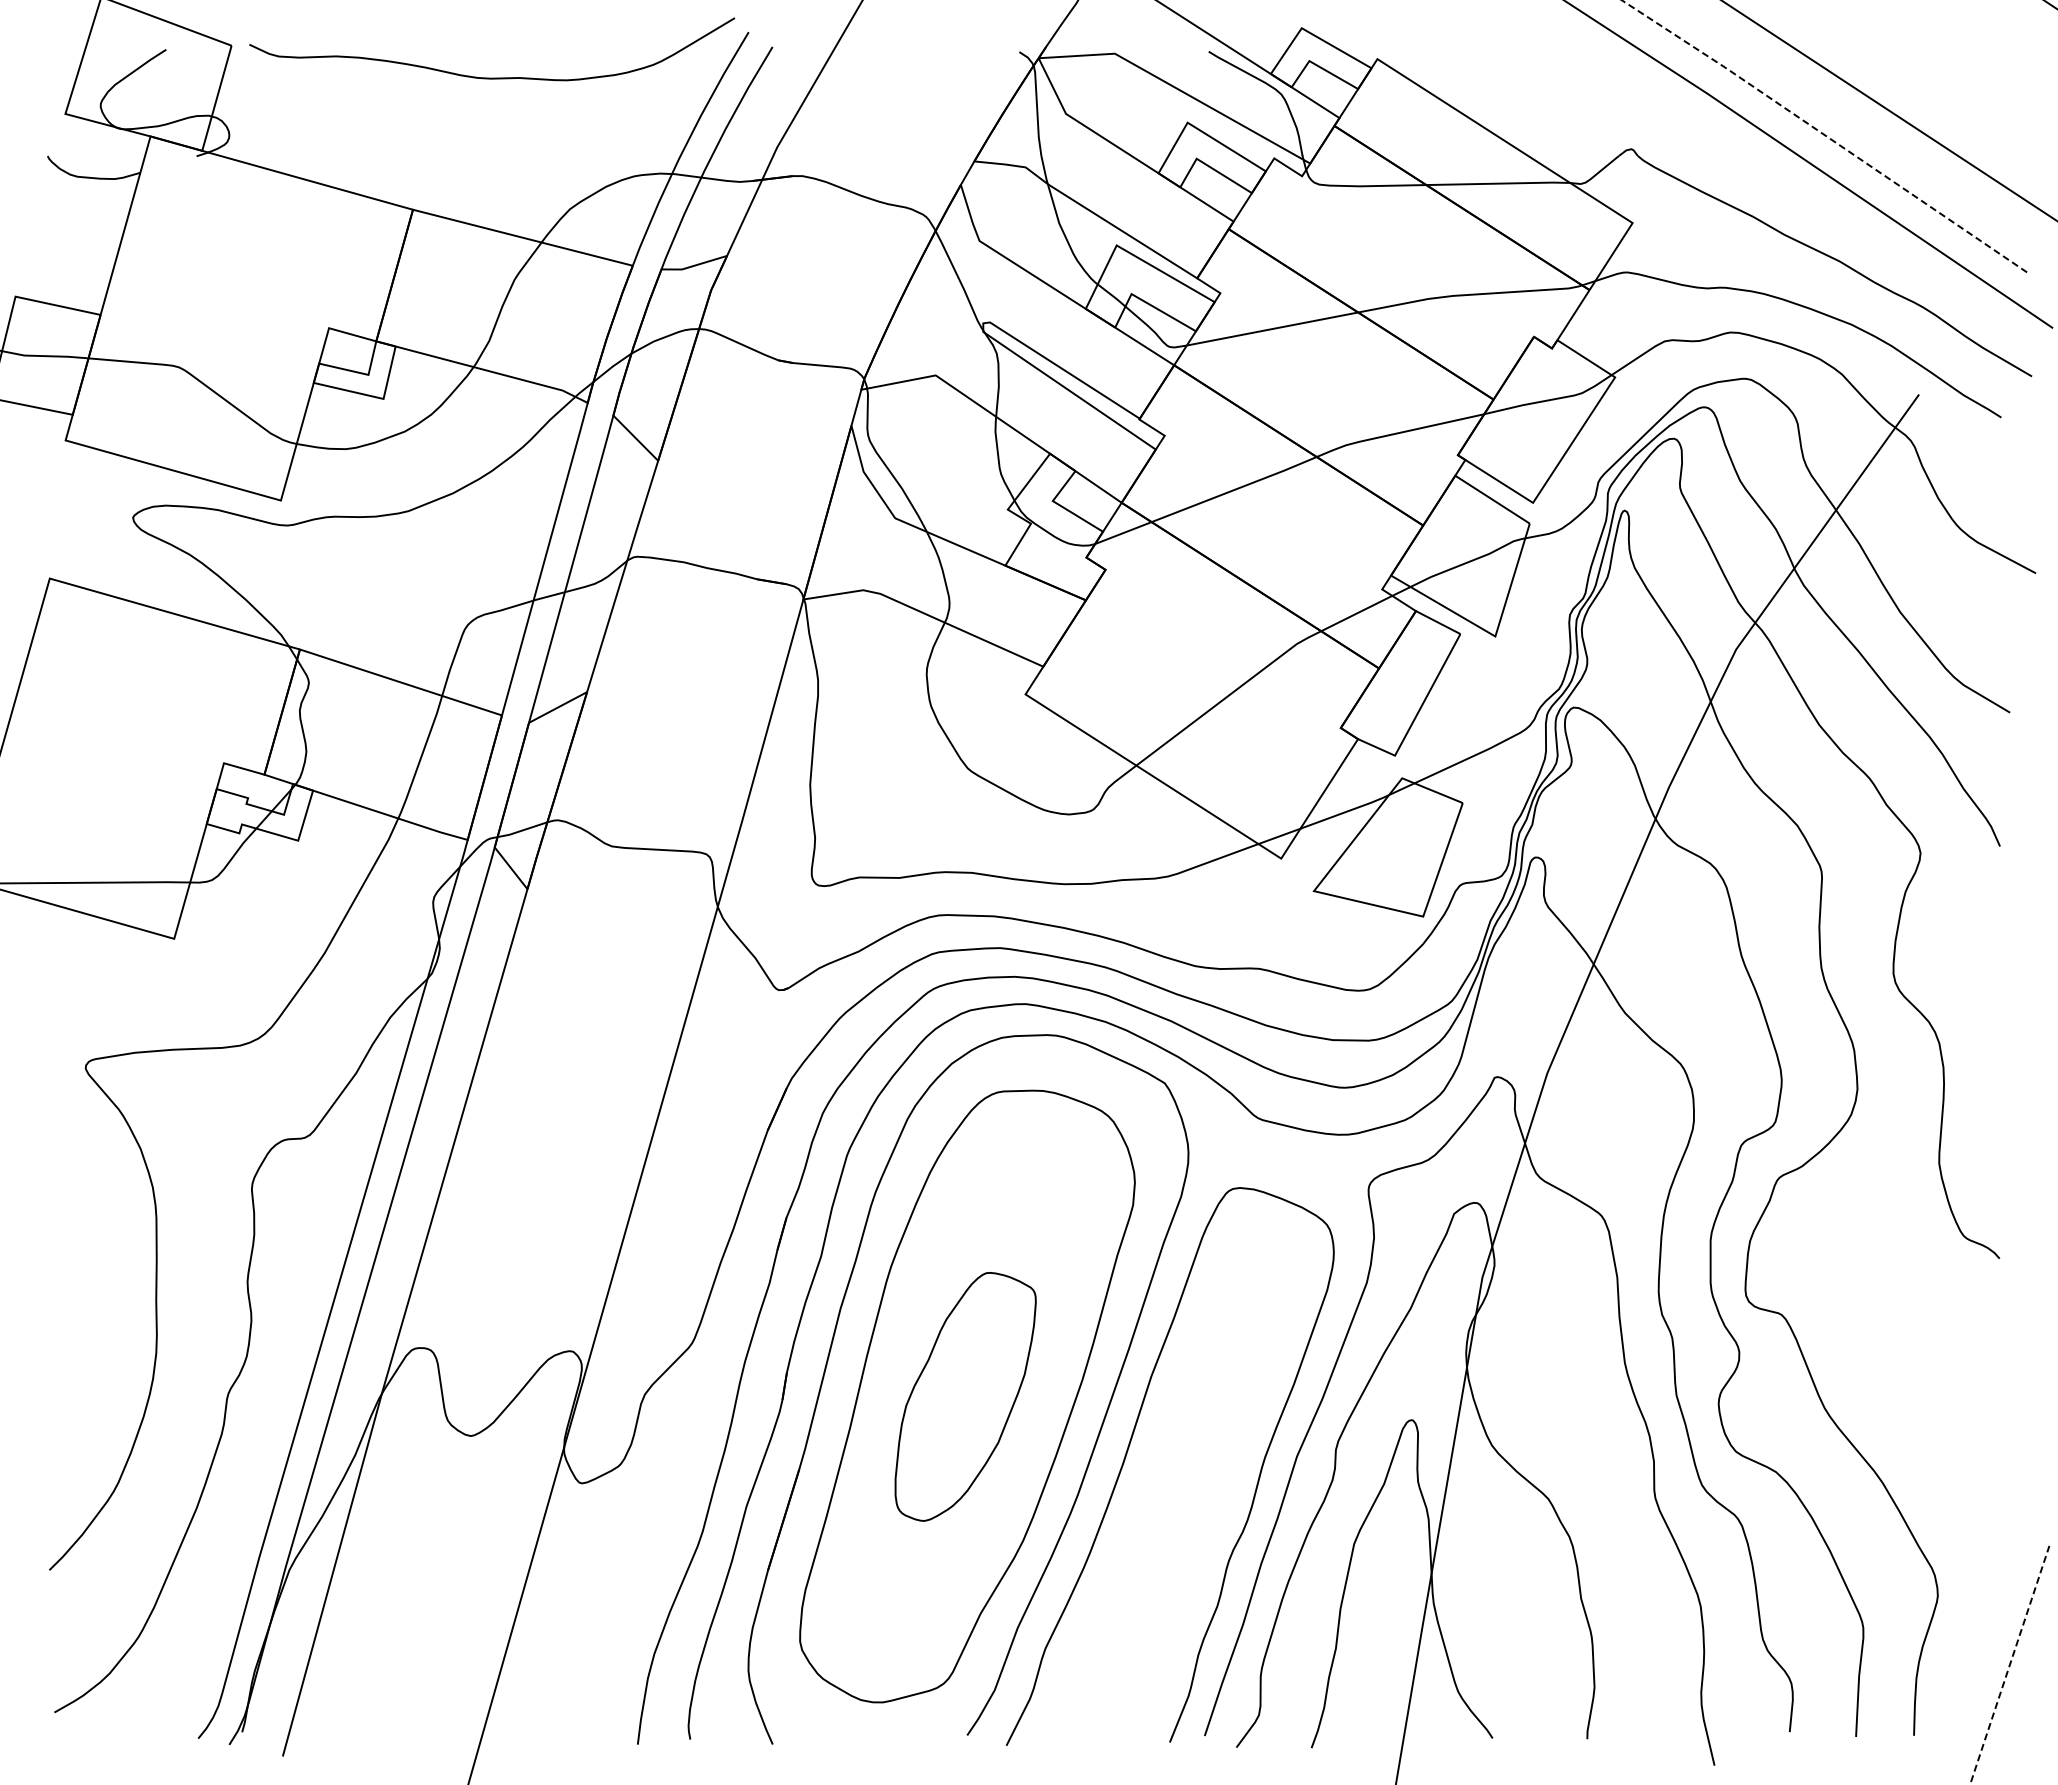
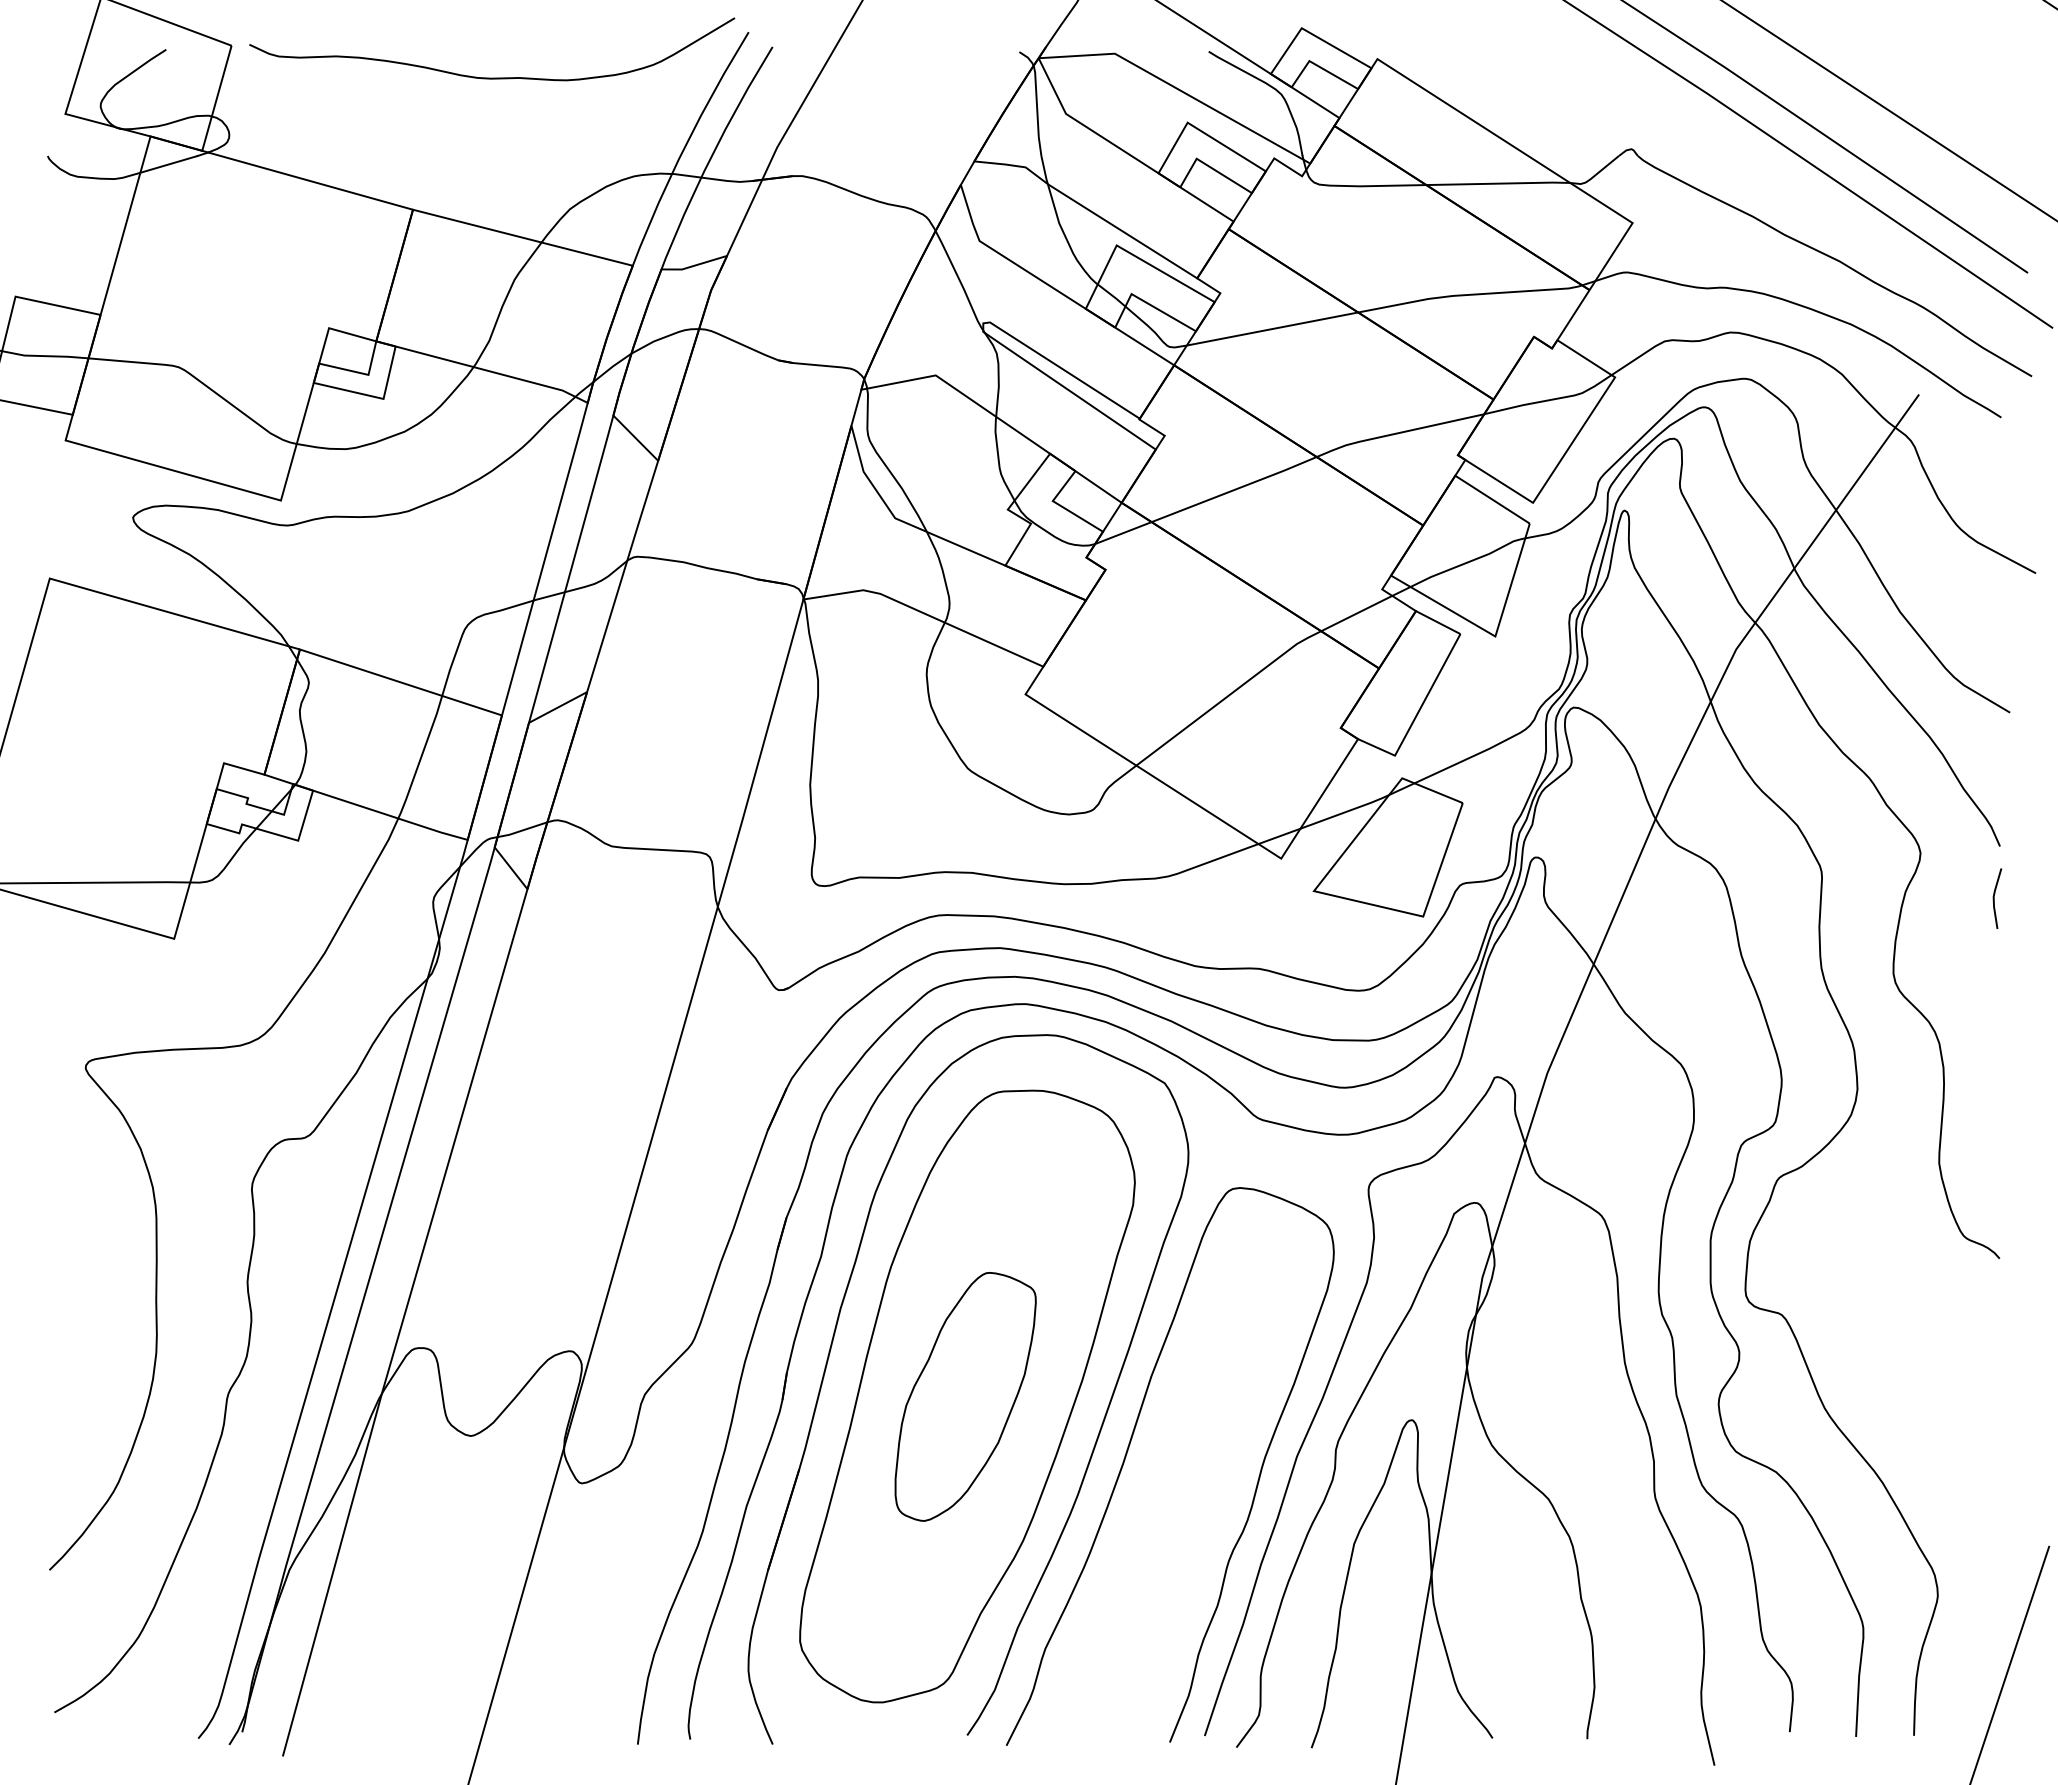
line at (1824, 135): dashed -> solid
line at (168, 164): none -> present
line at (1994, 898): none -> present
line at (2009, 1665): dashed -> solid
